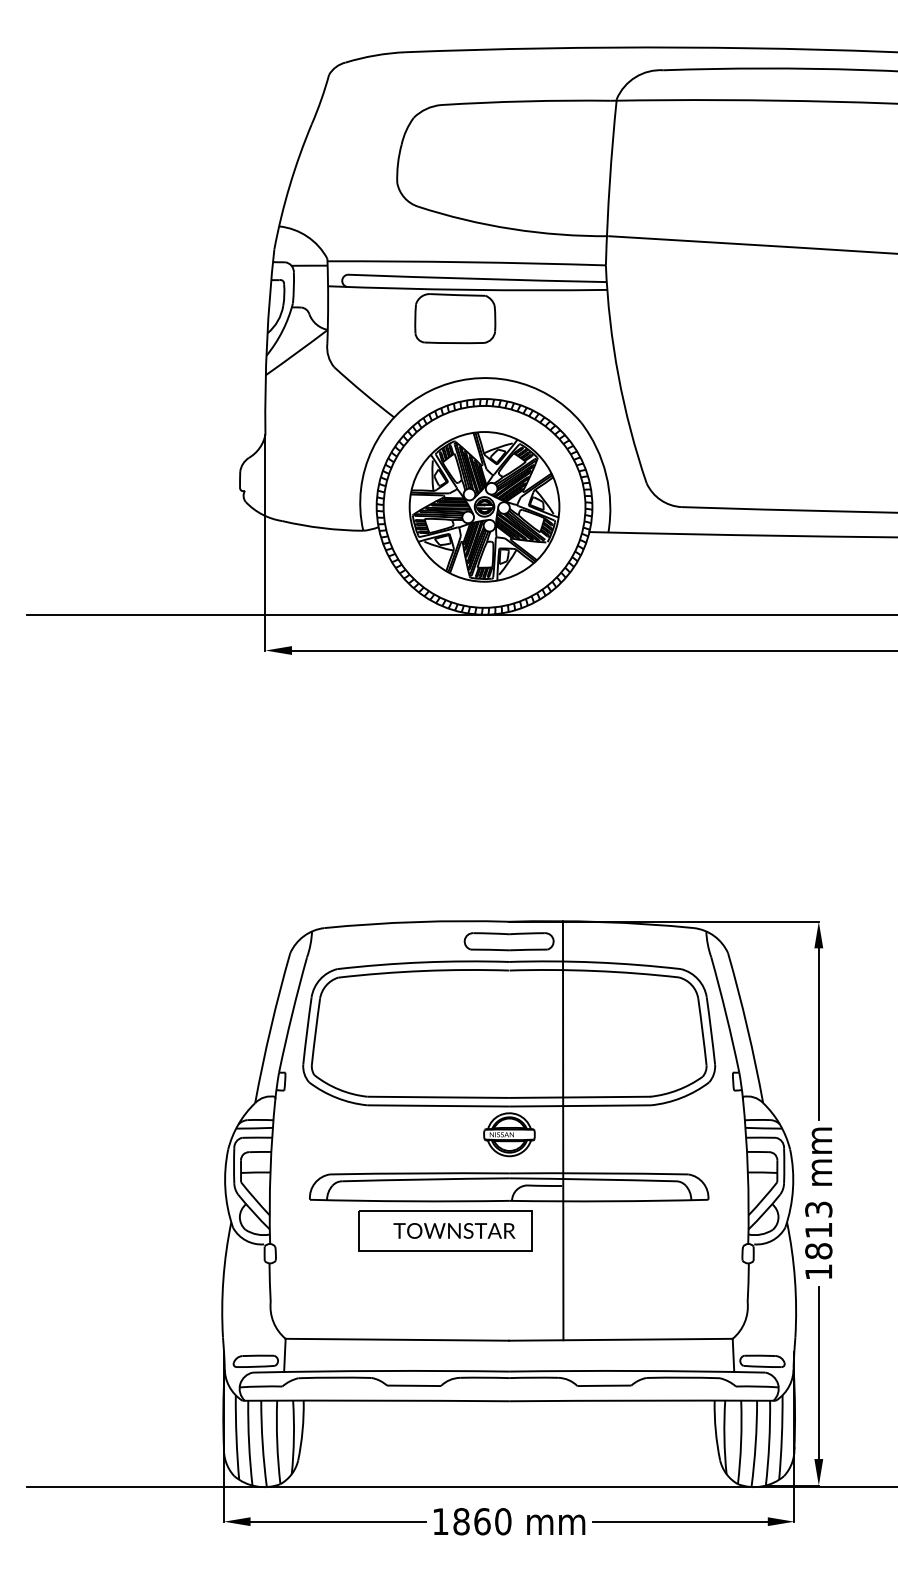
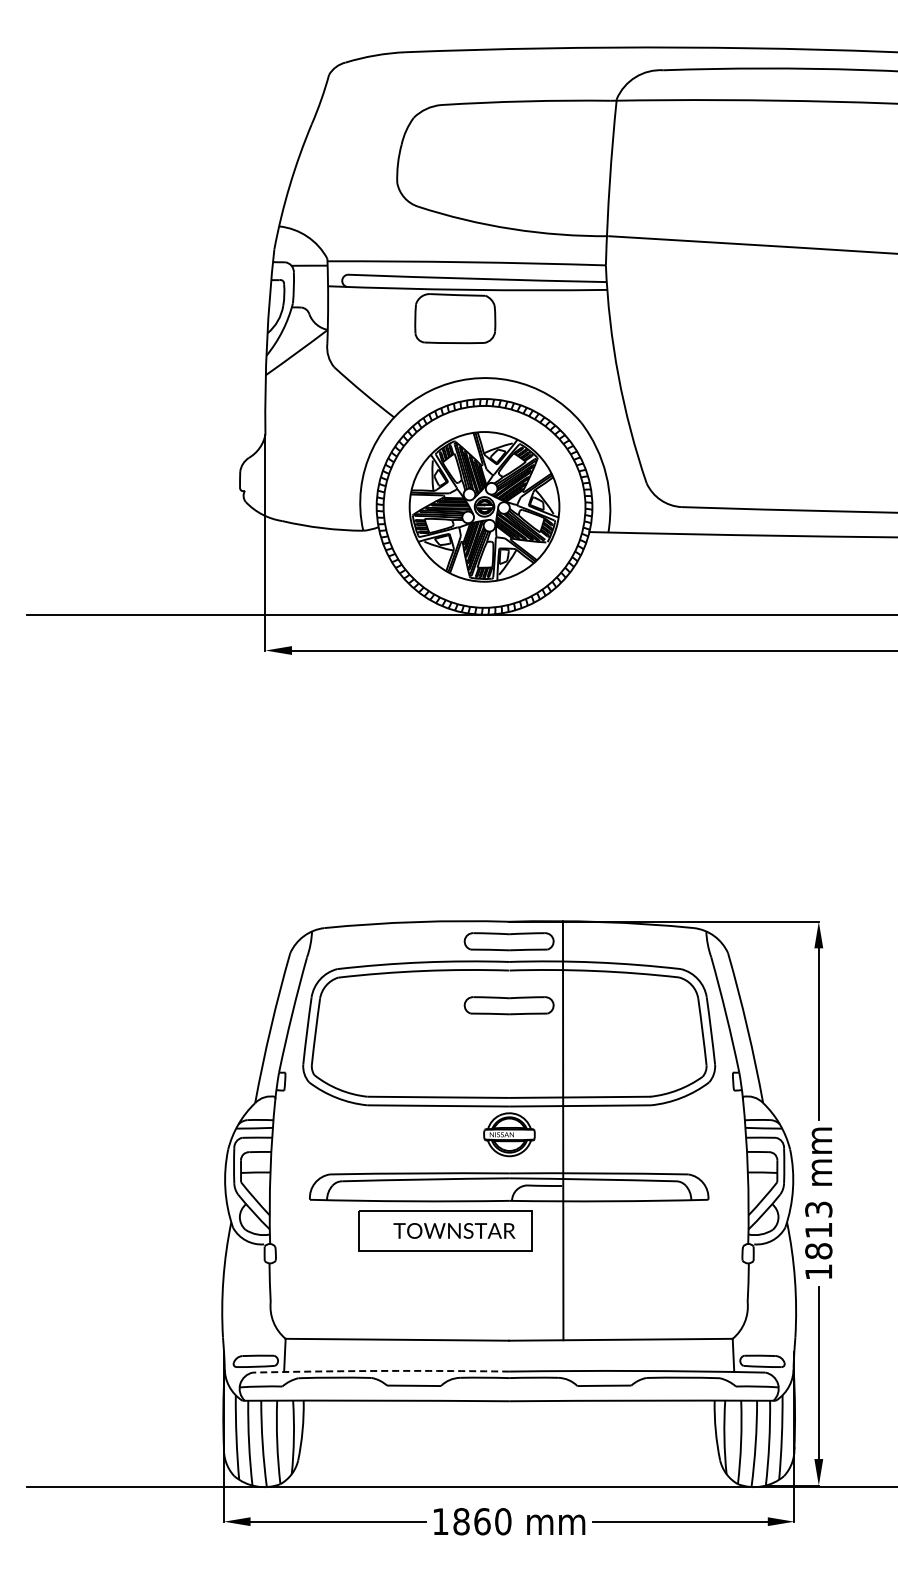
part at (508, 1005): none -> present
arc at (381, 1370): solid -> dashed
